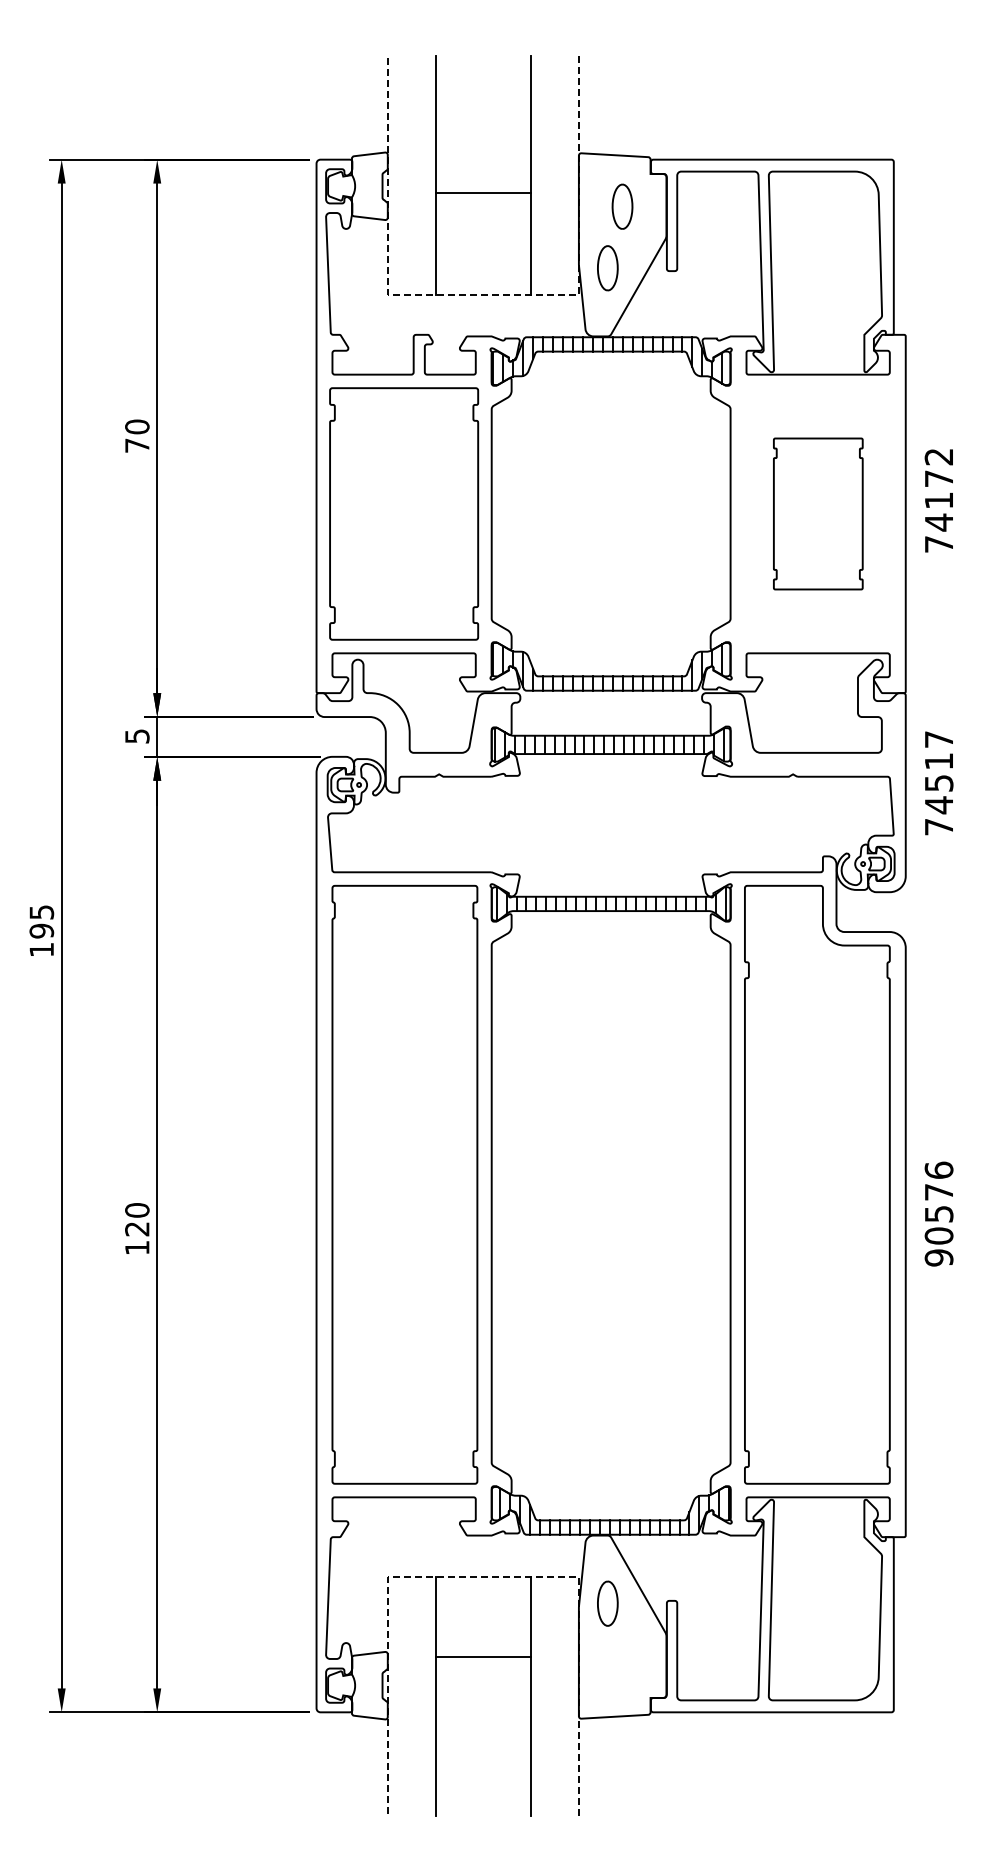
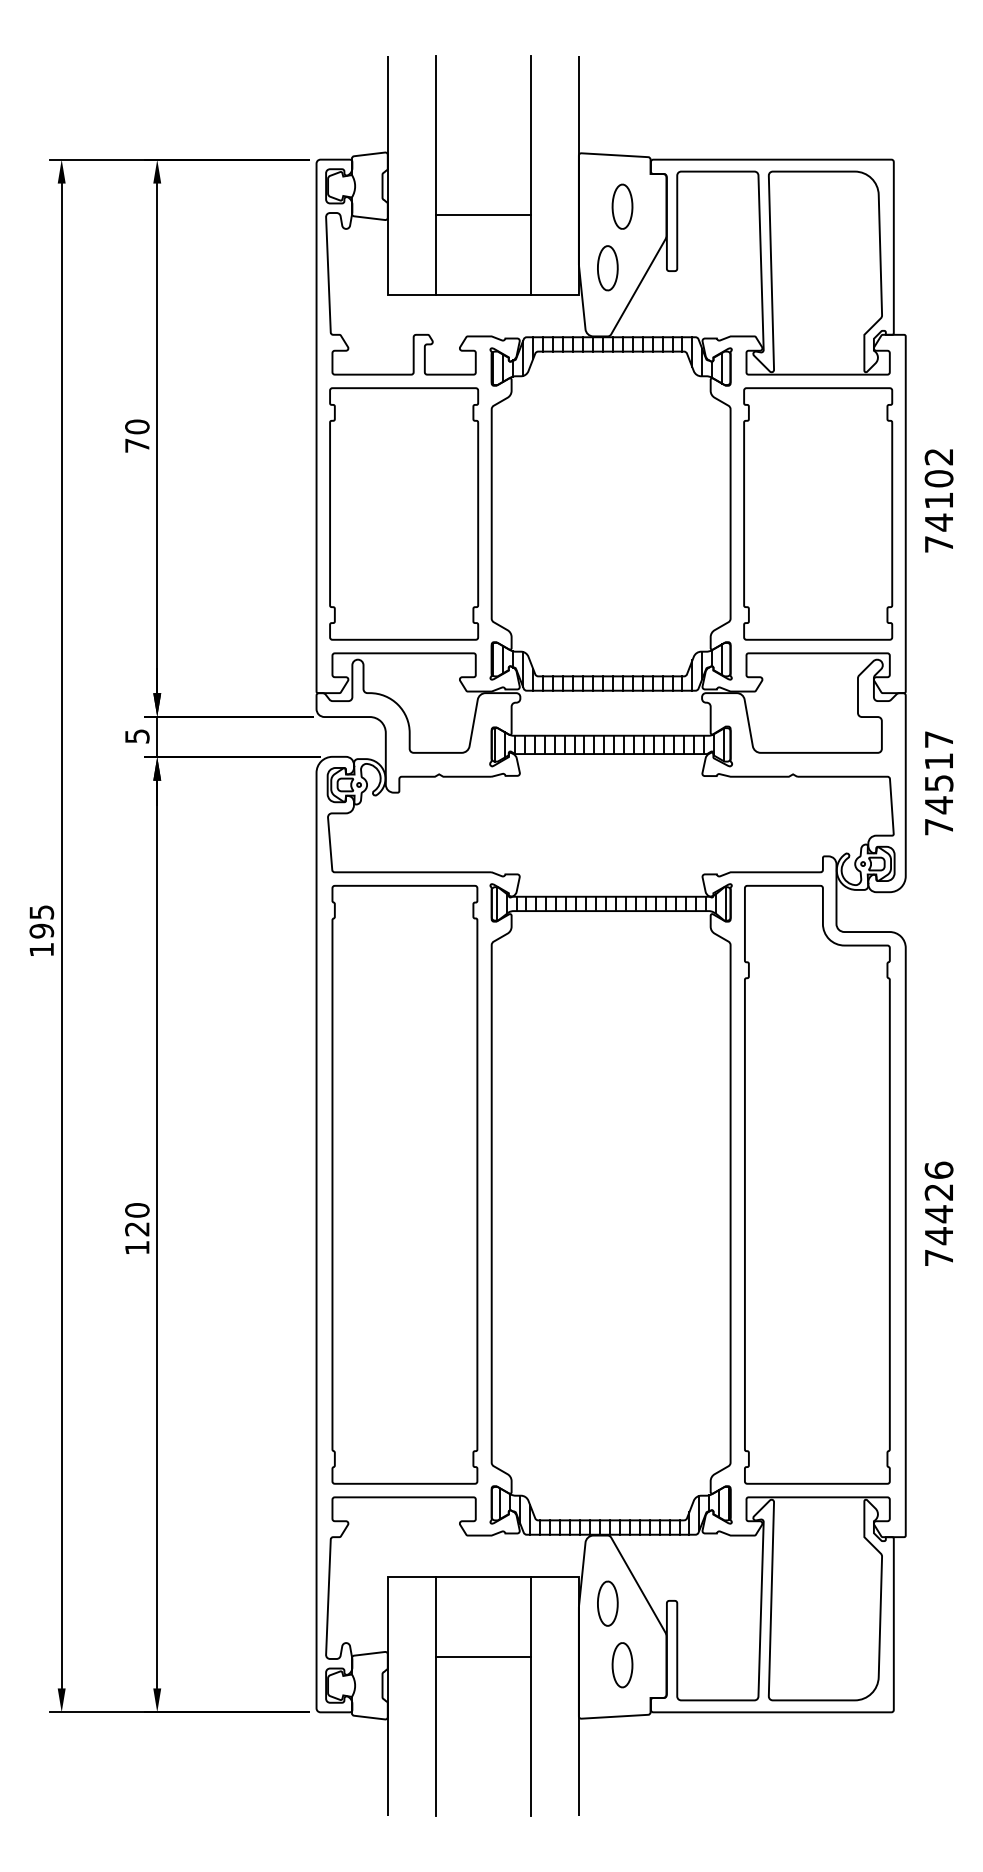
line at (483, 193) position: (483, 193) -> (483, 215)
line at (483, 295): dashed -> solid
text at (938, 478): 74172 -> 74102
part at (818, 513) size: 91x154 px -> 151x254 px
text at (938, 1225): 90576 -> 74426
line at (483, 1576): dashed -> solid
part at (622, 1665): none -> present
